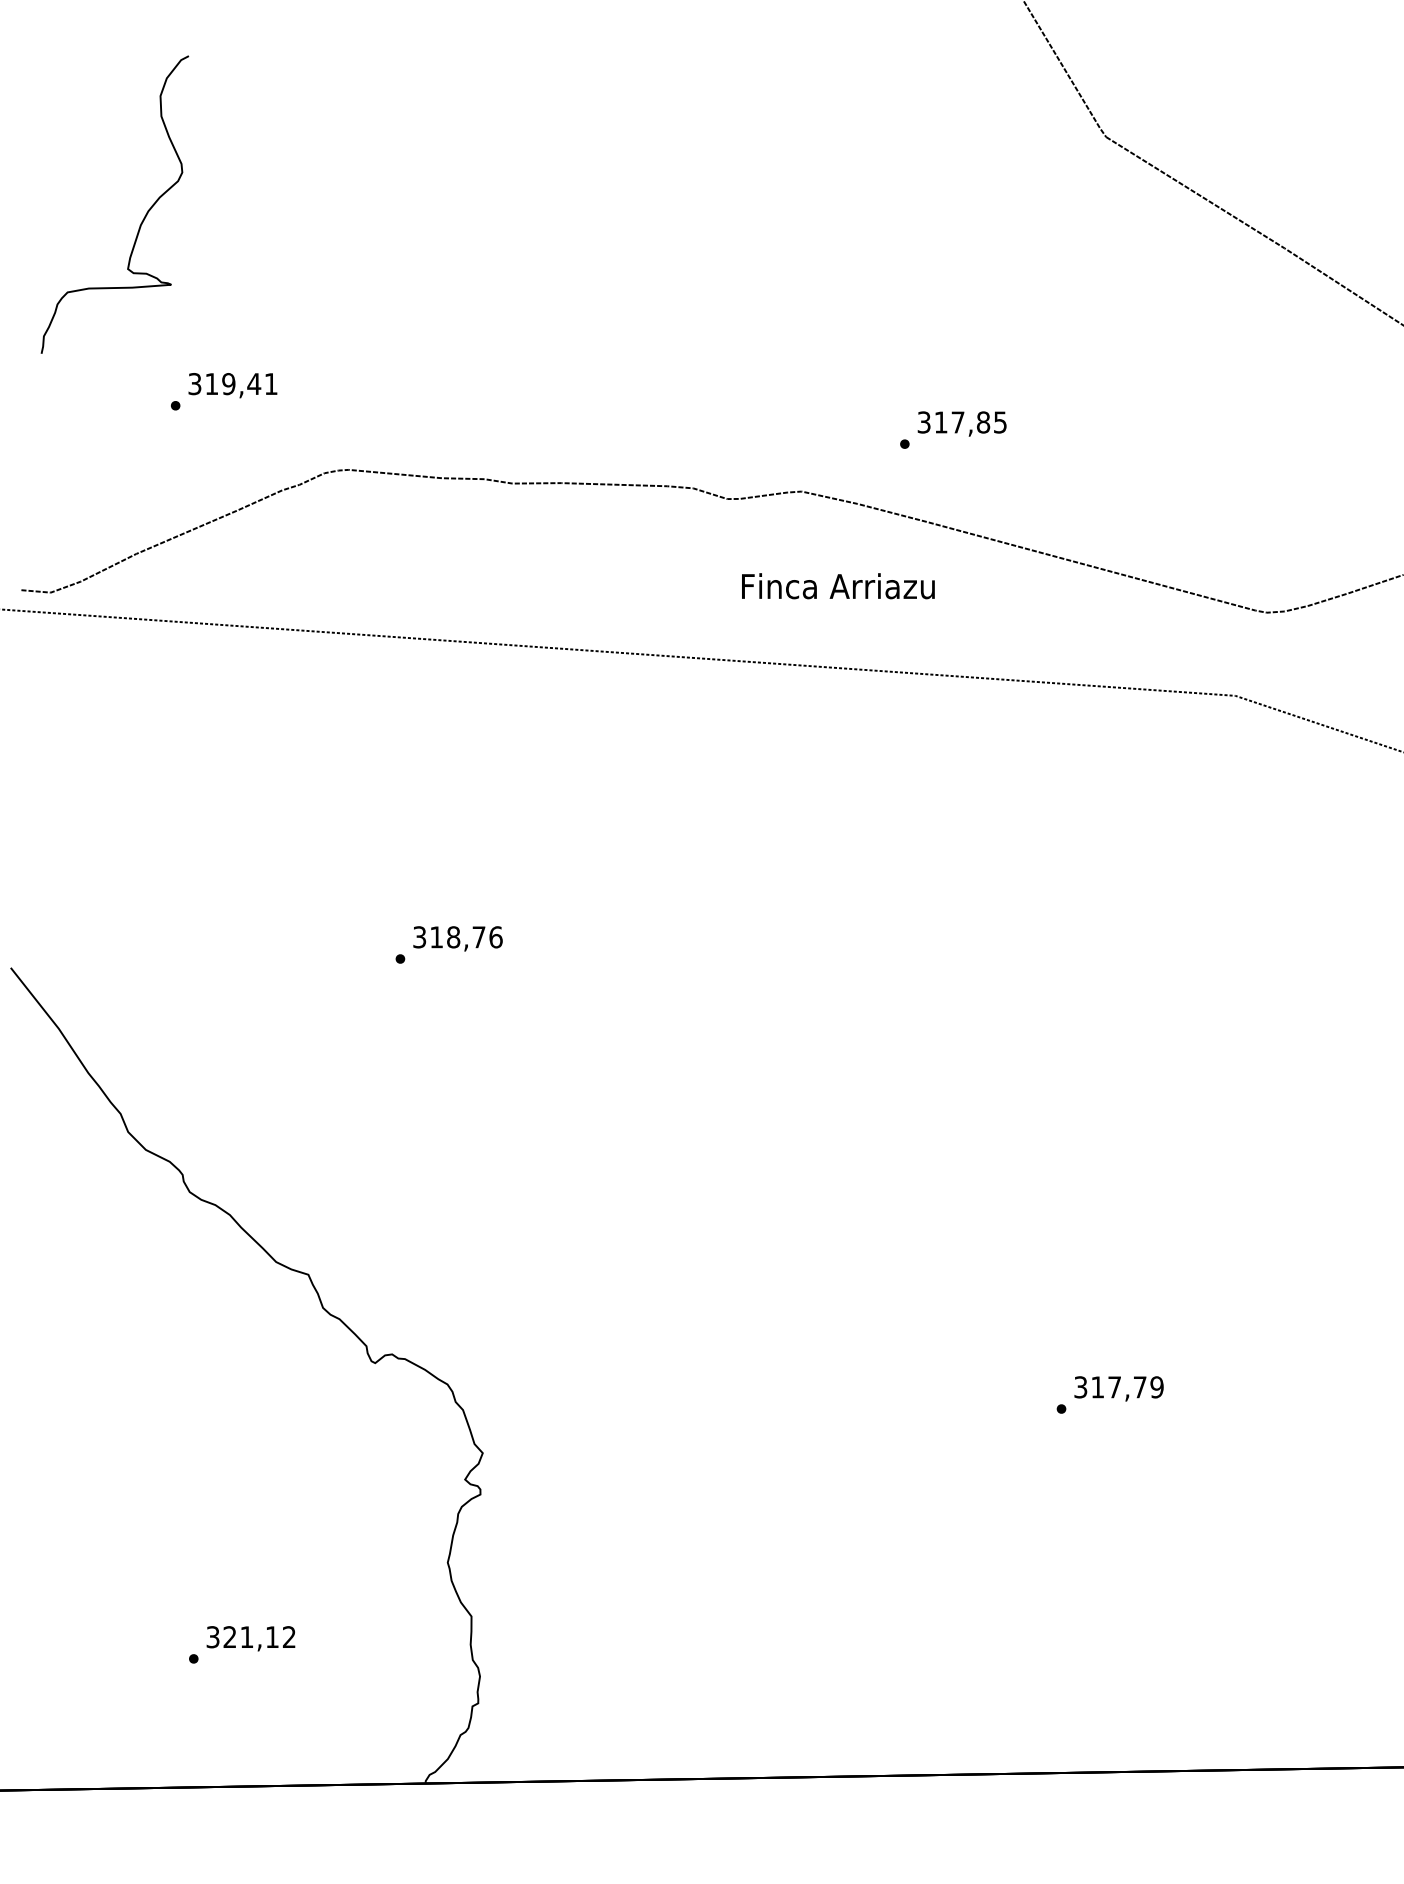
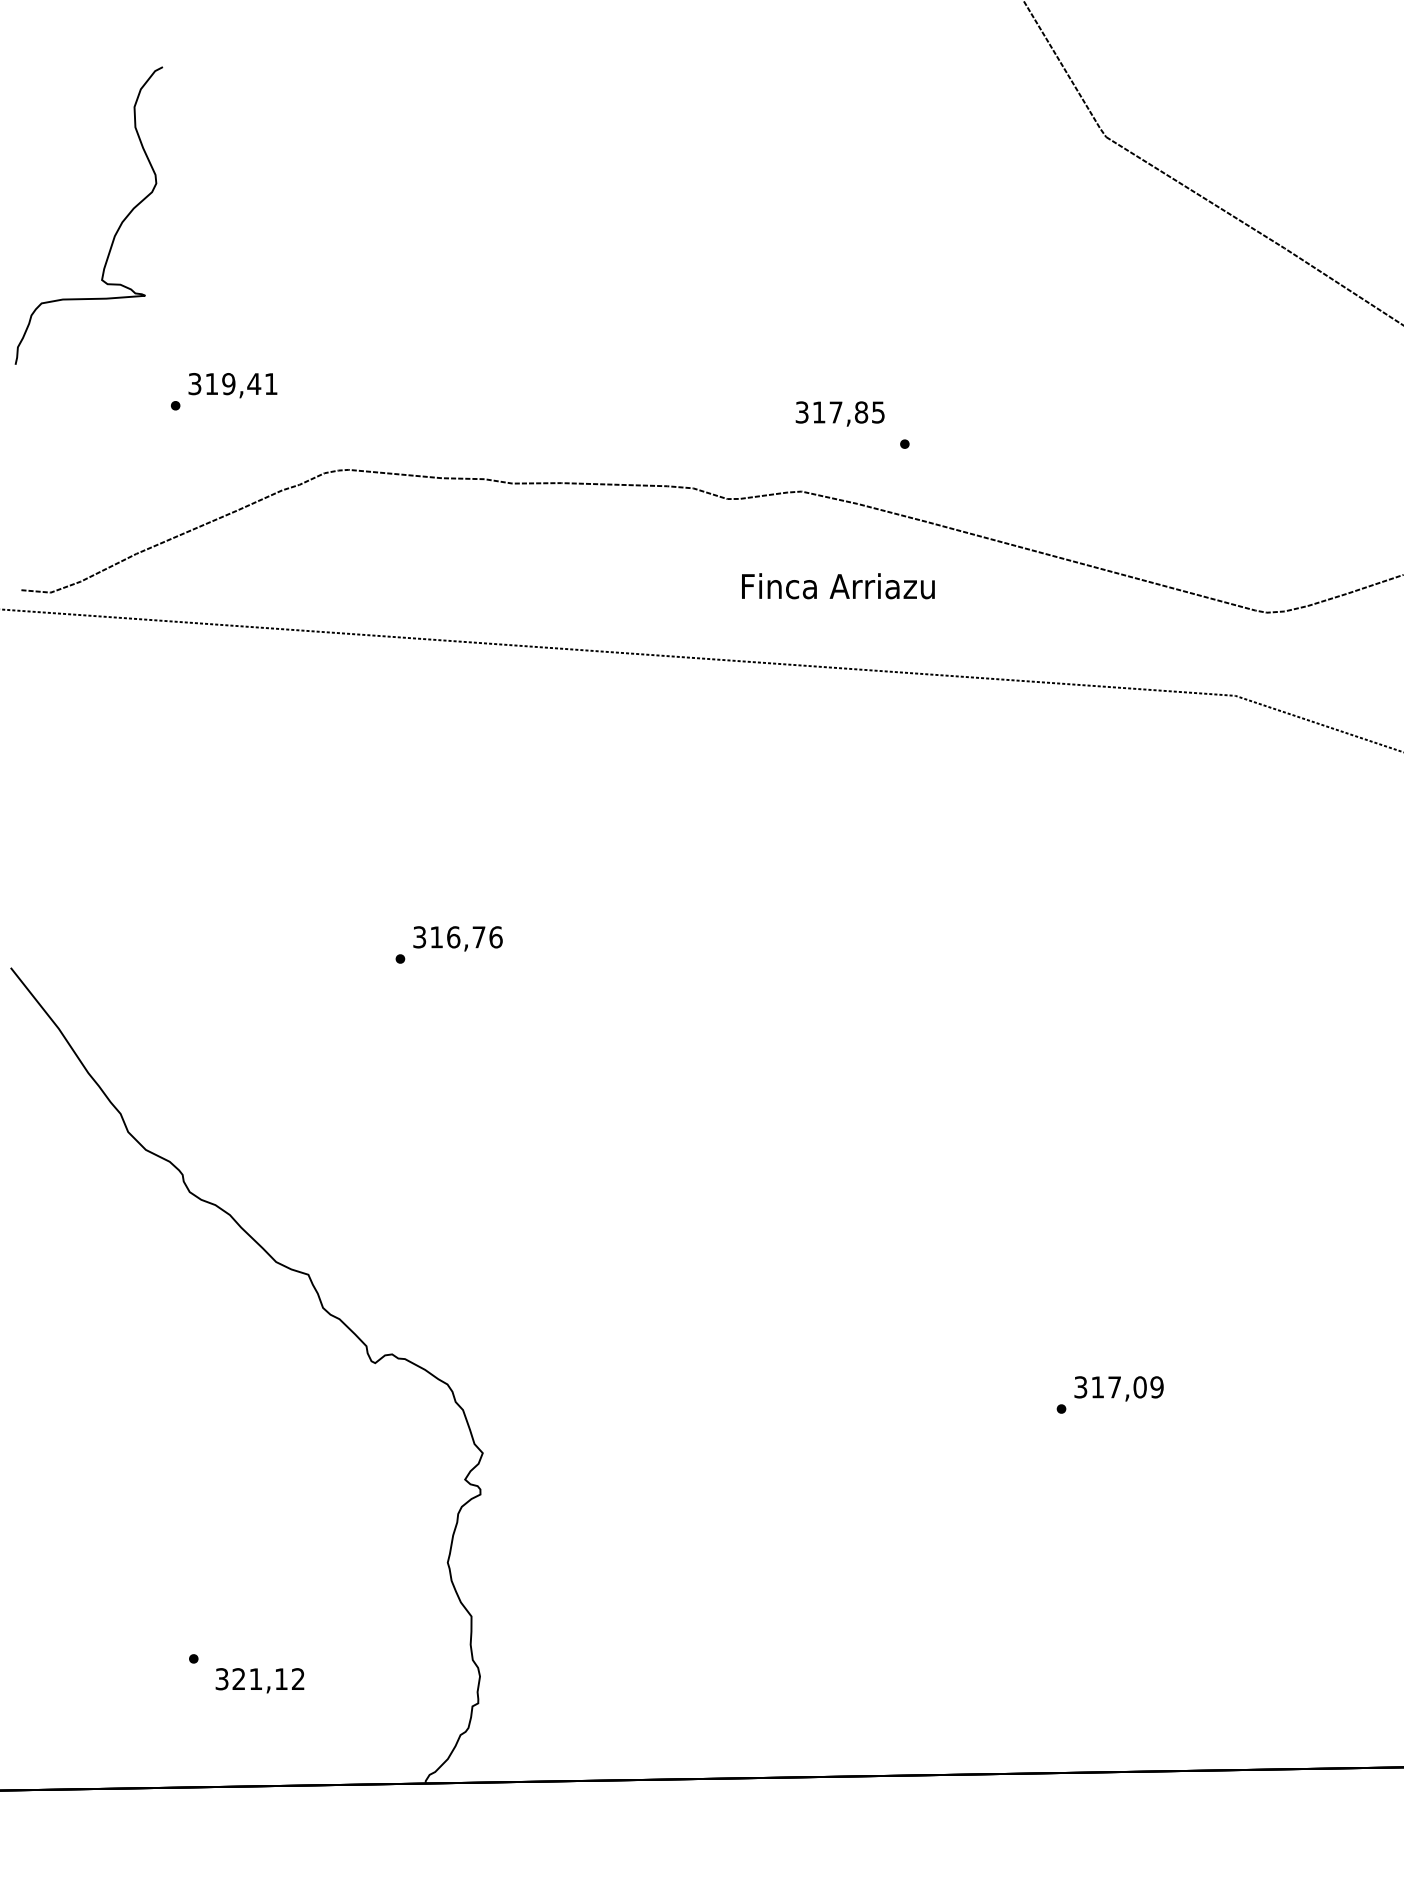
curve at (142, 219) position: (142, 219) -> (116, 230)
text at (961, 423) position: (961, 423) -> (839, 413)
text at (453, 937): 318,76 -> 316,76
text at (1139, 1387): 317,79 -> 317,09
text at (250, 1638) position: (250, 1638) -> (259, 1680)
